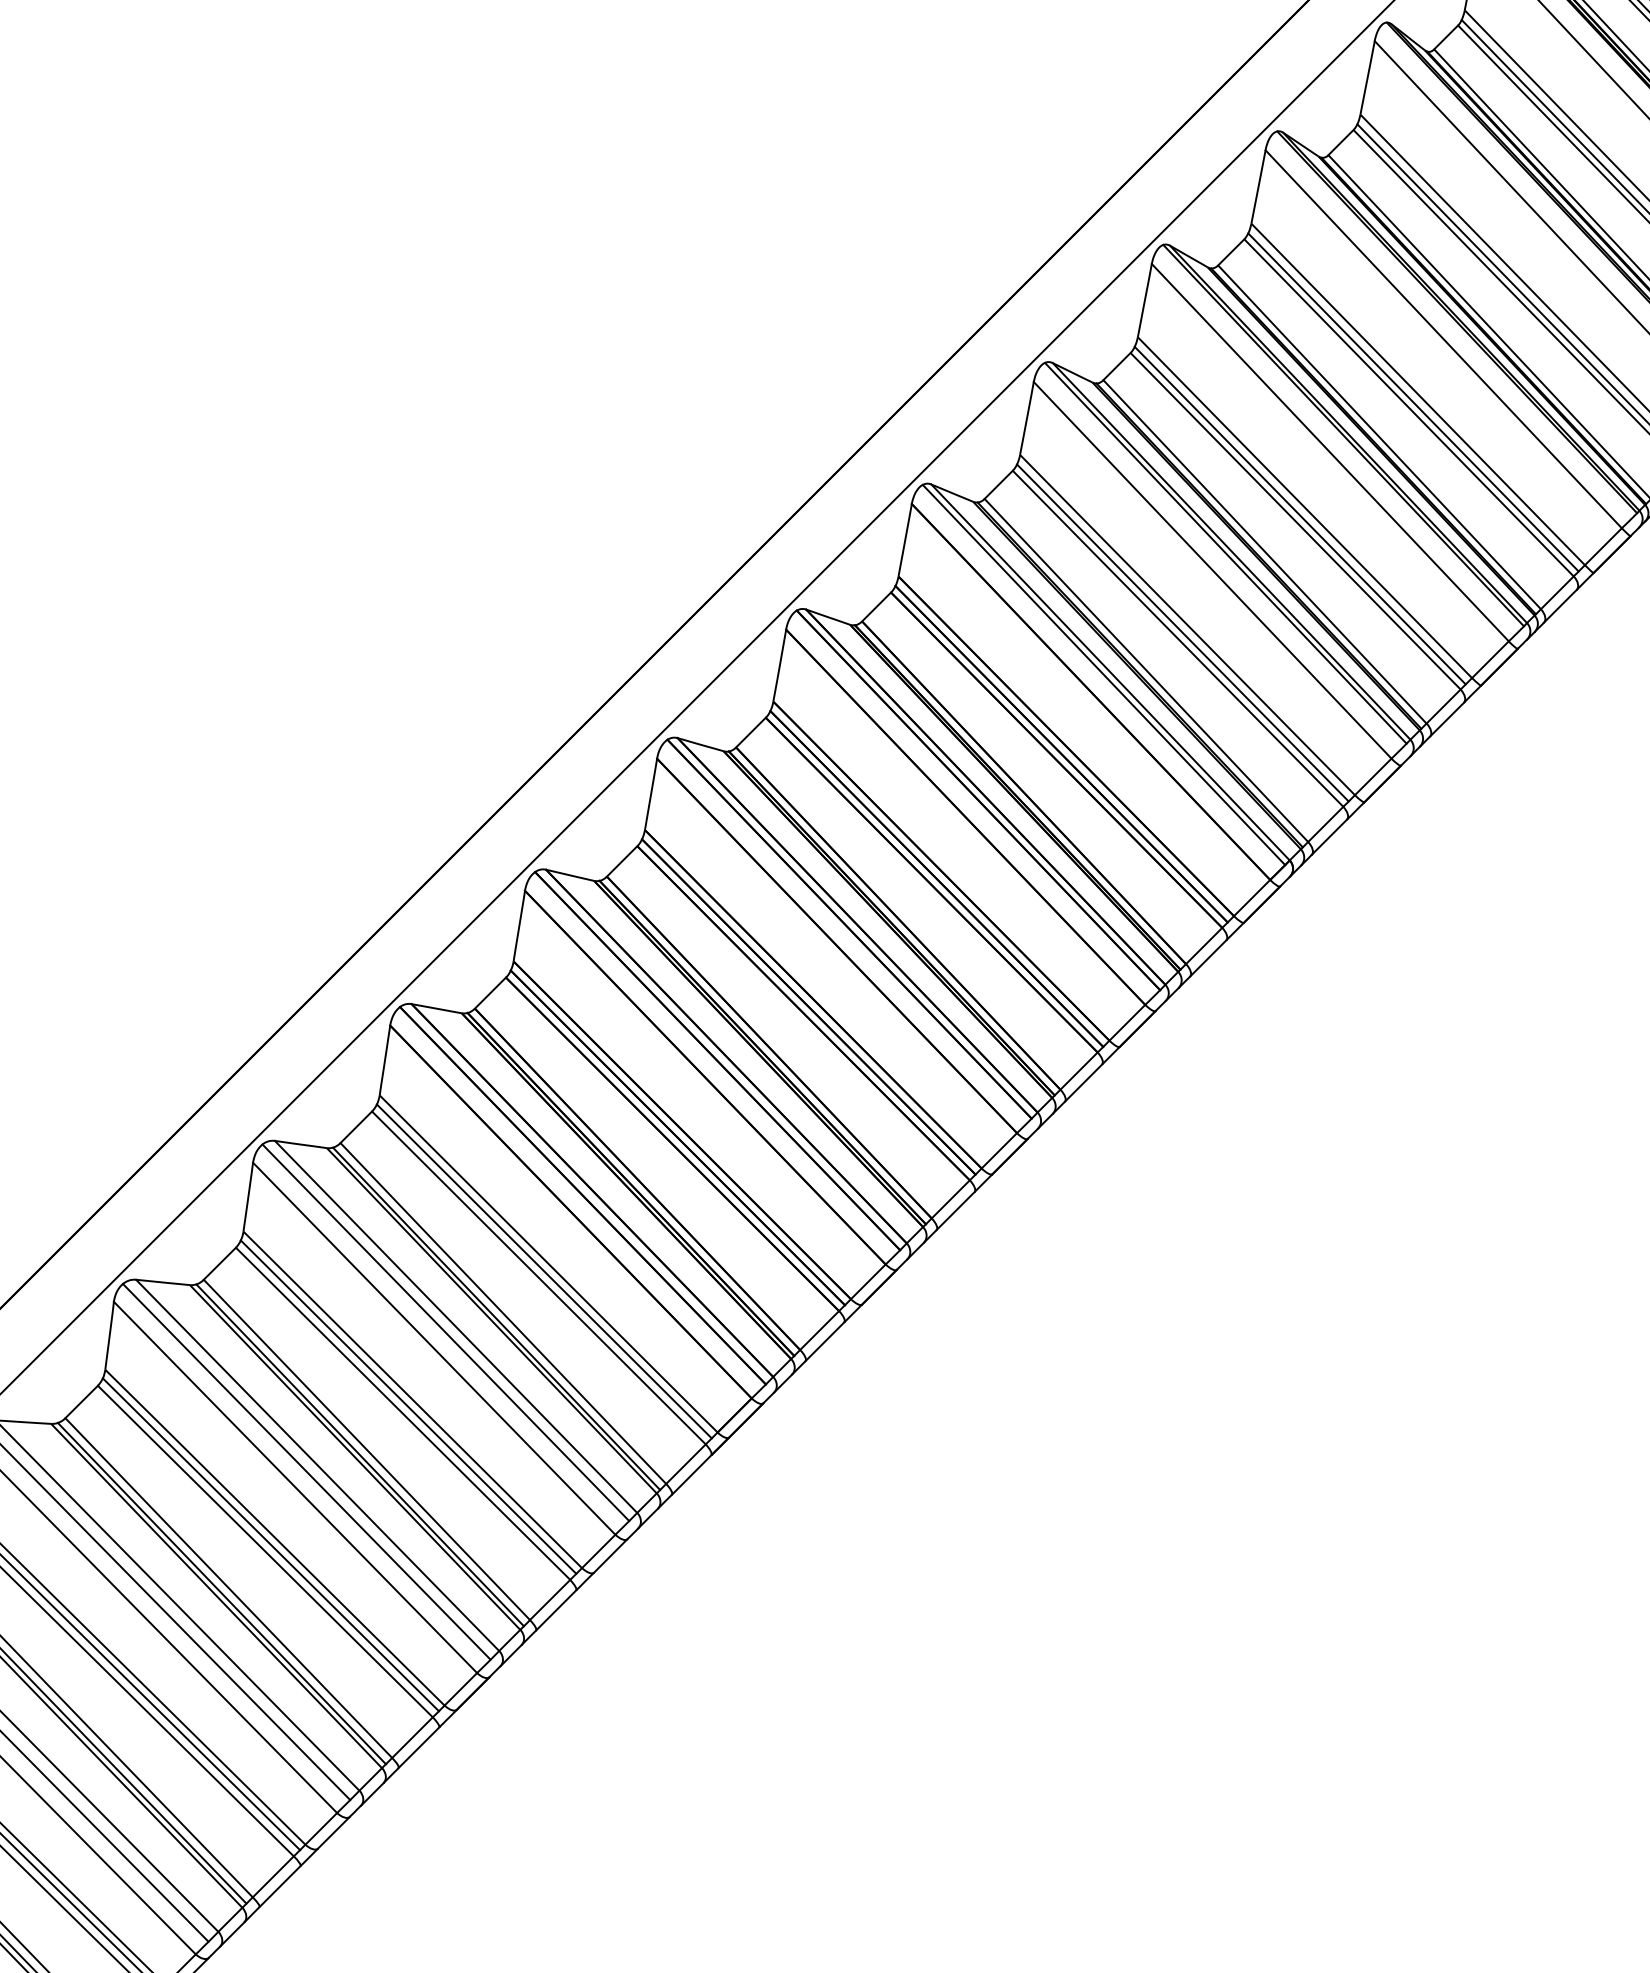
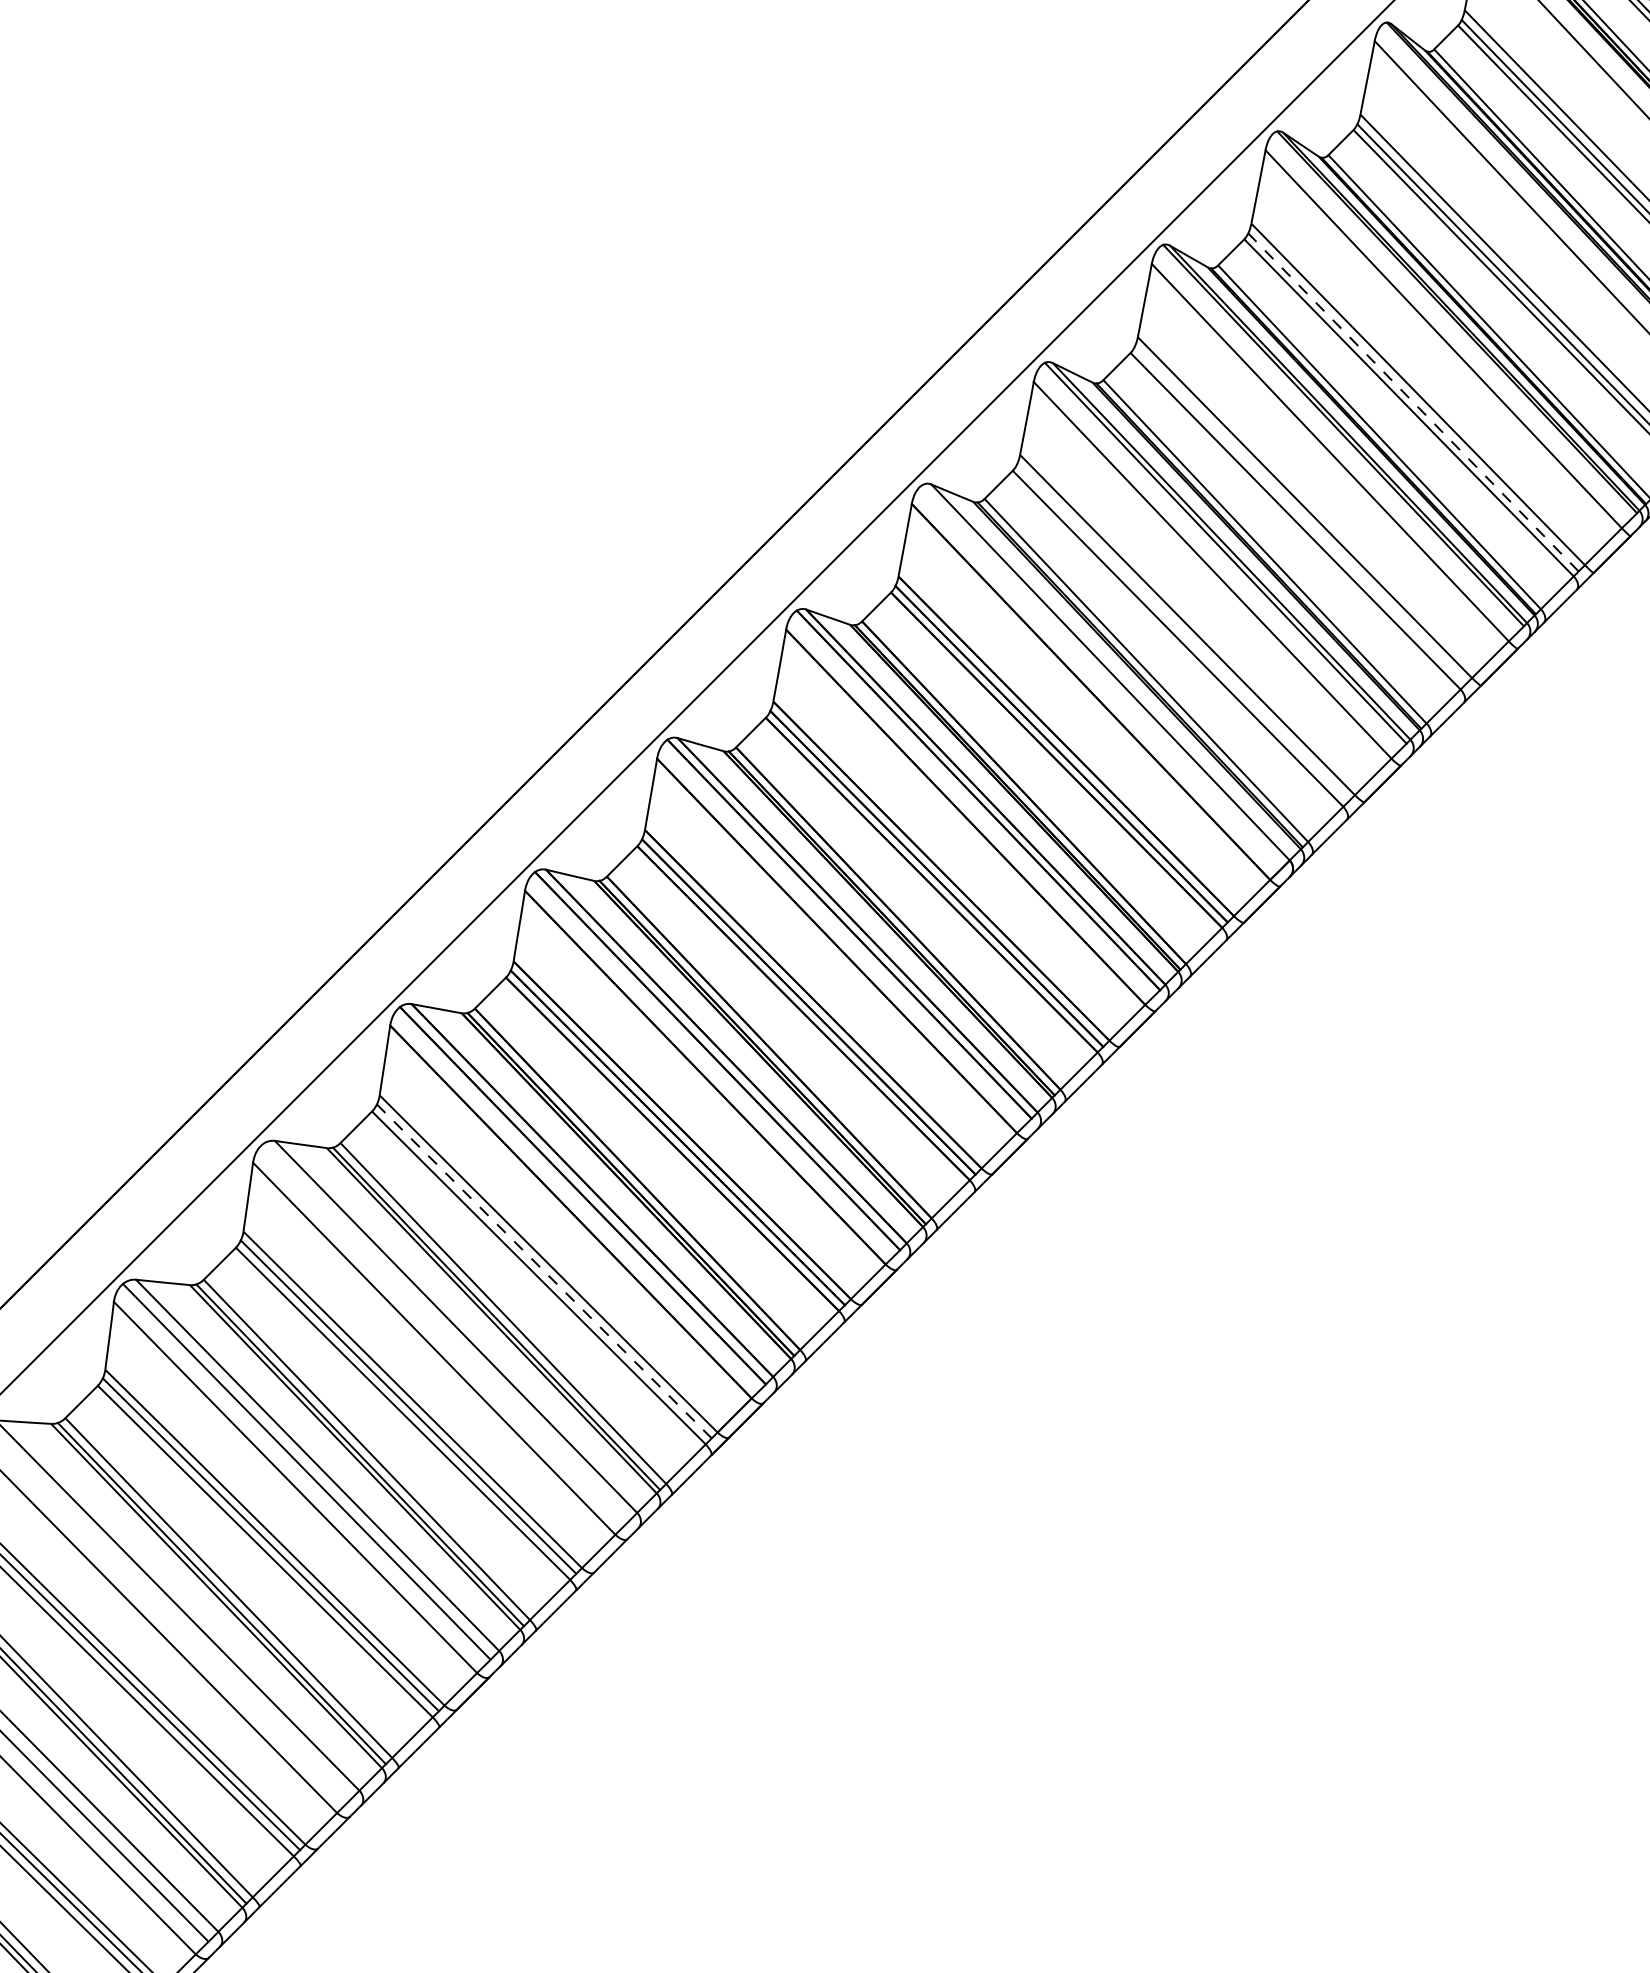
line at (1413, 402): solid -> dashed
line at (1299, 515): present -> none
line at (1182, 632): present -> none
line at (1103, 674): present -> none
line at (544, 1271): solid -> dashed
line at (445, 1332): present -> none
line at (176, 1622): present -> none
